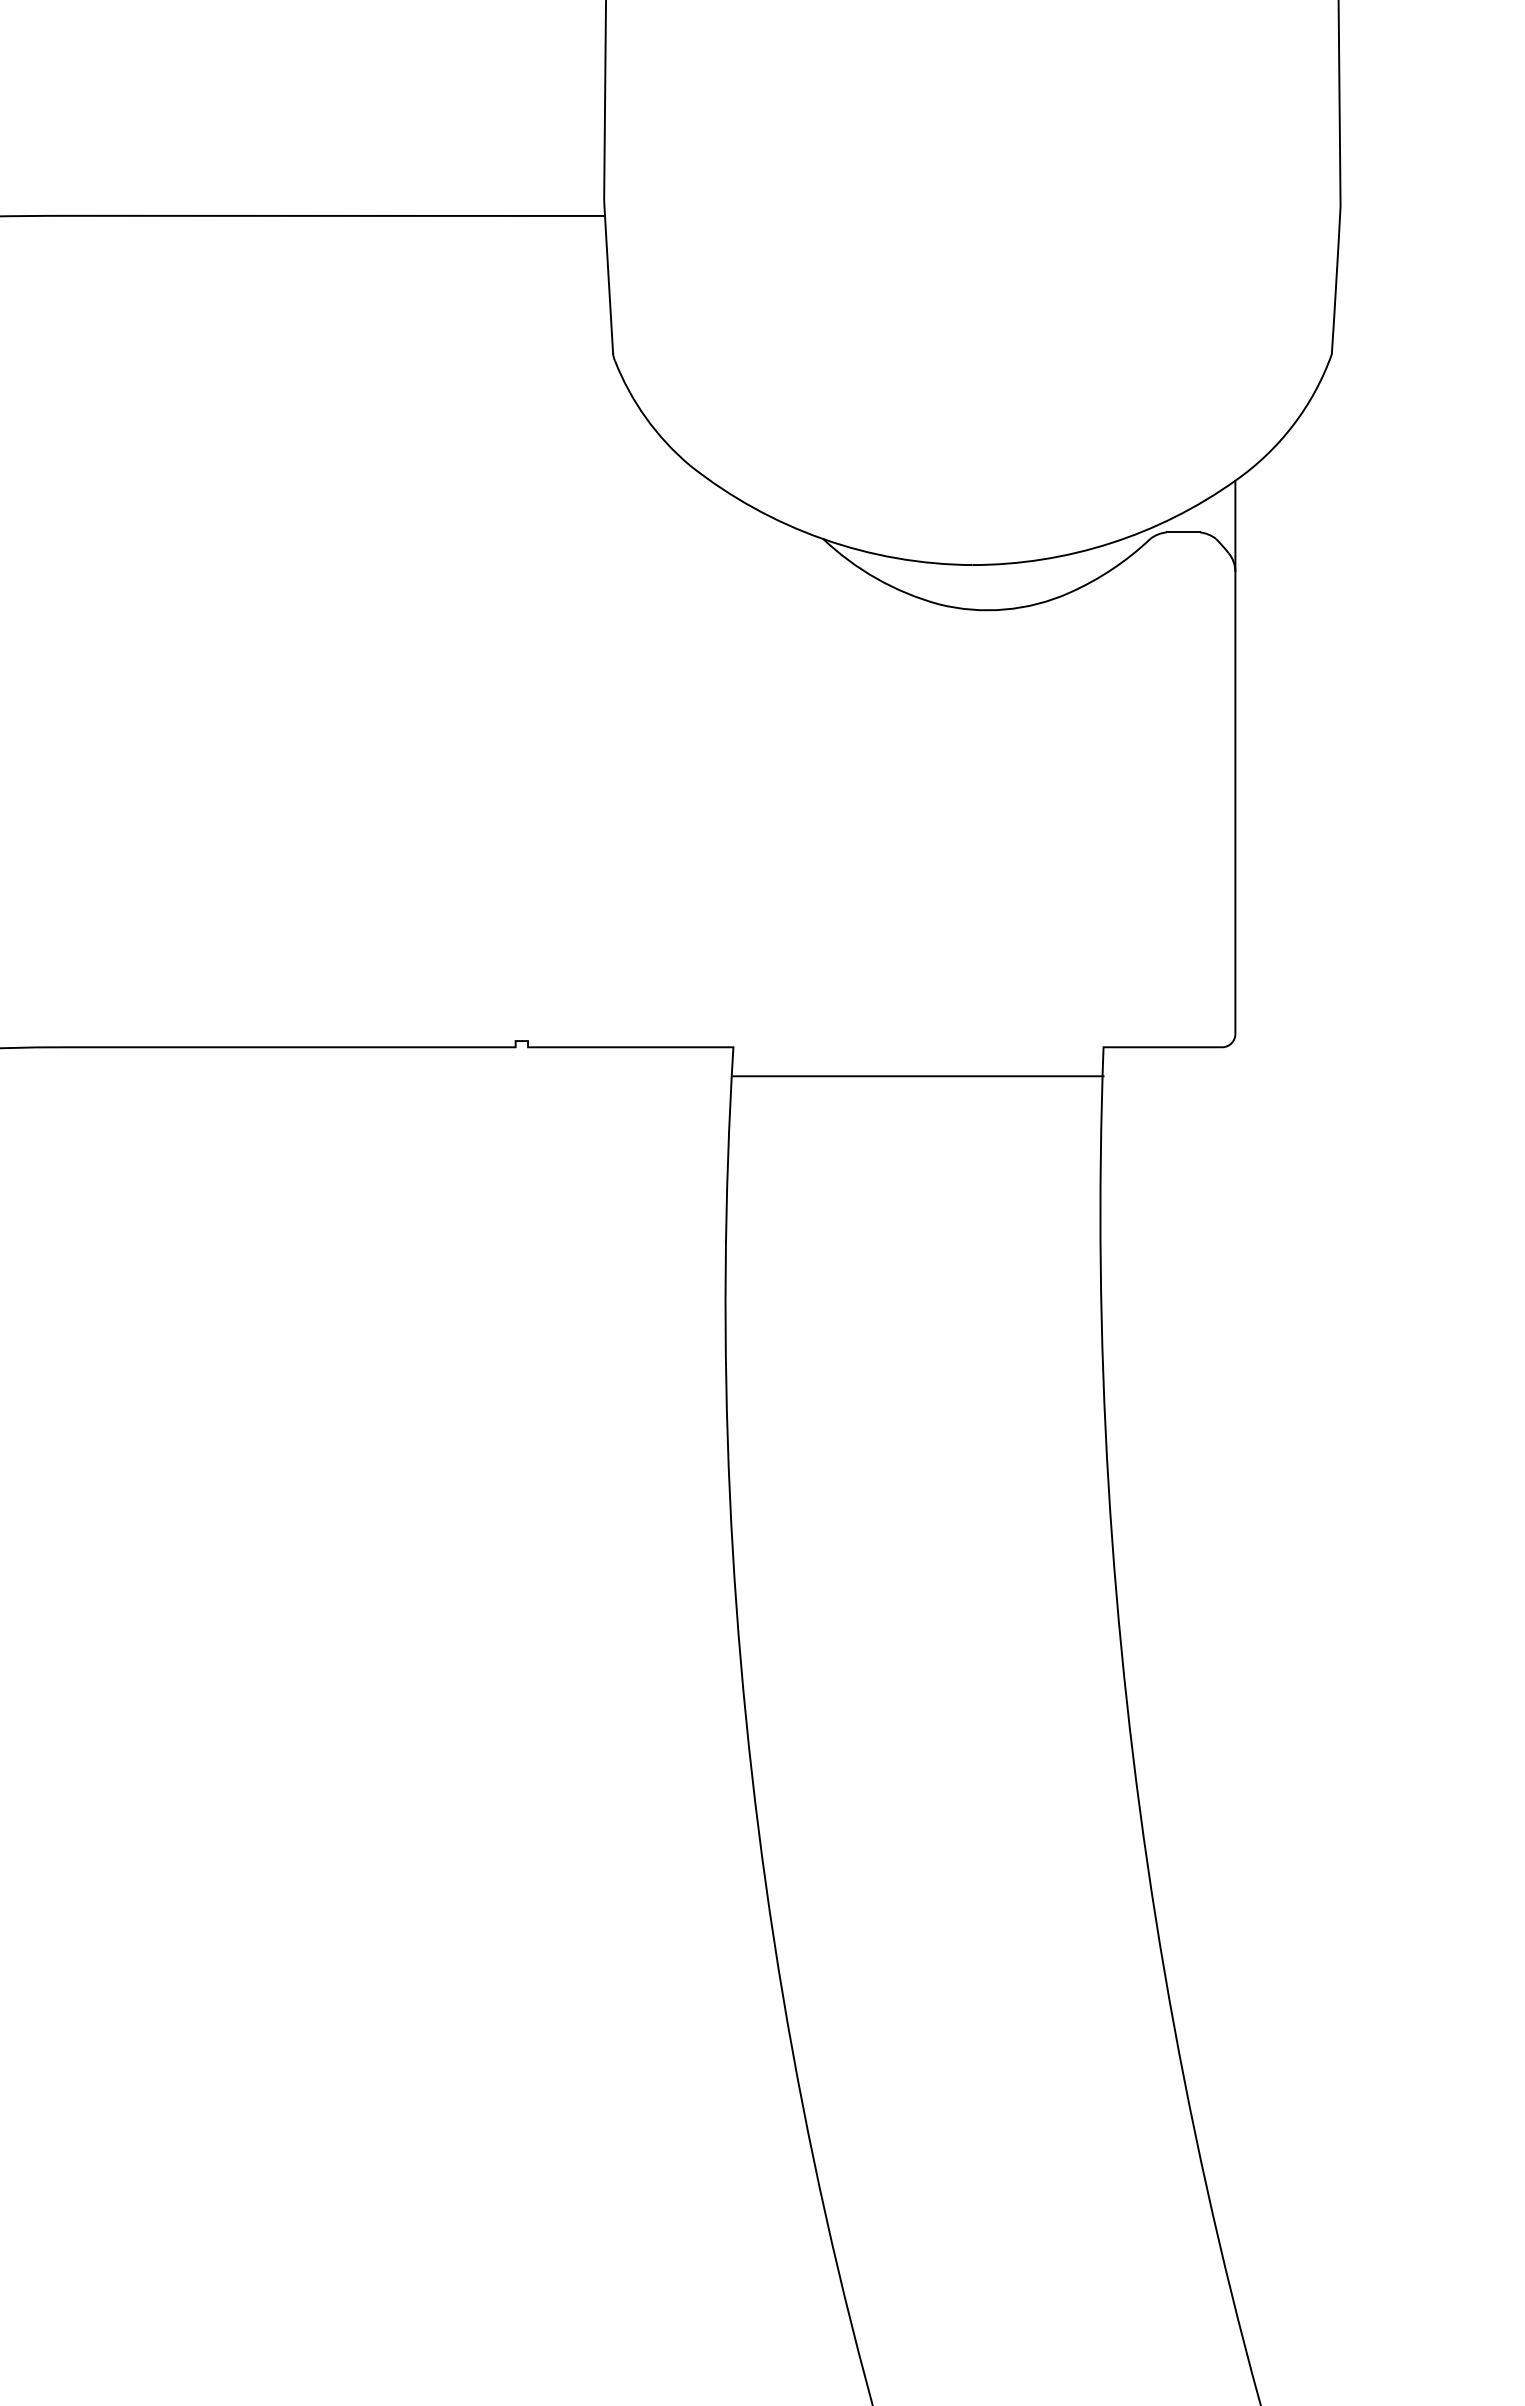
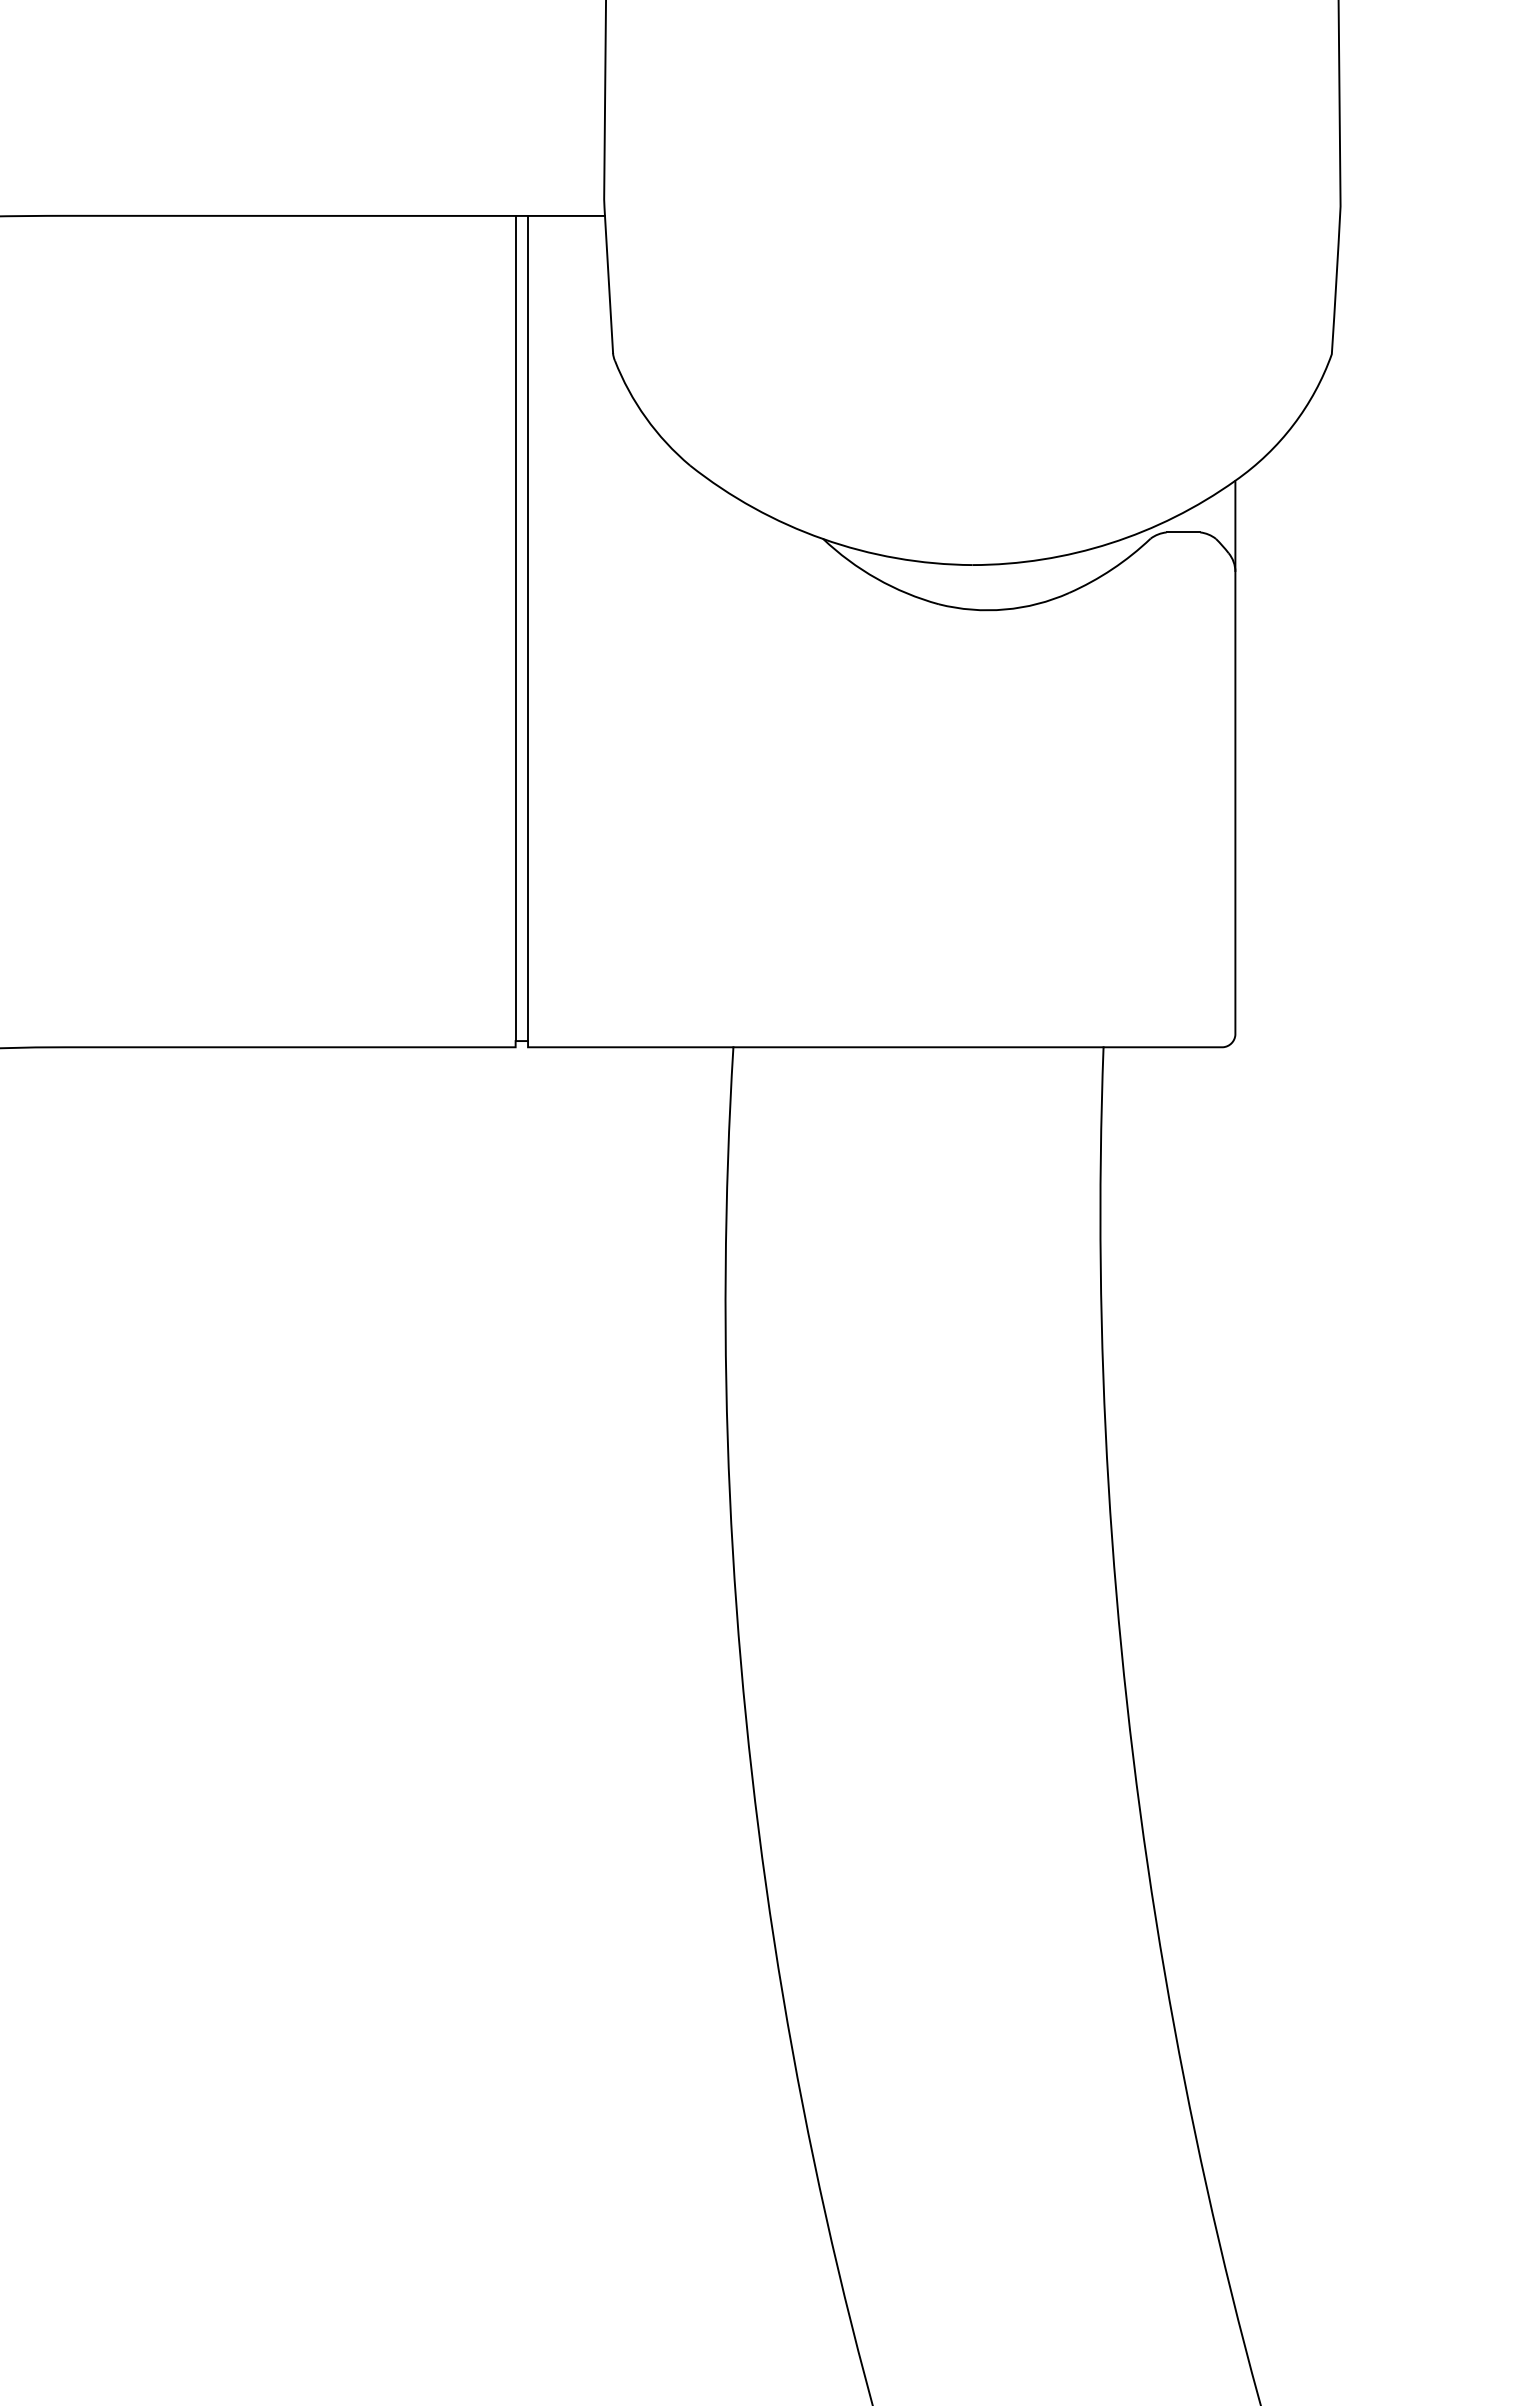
line at (515, 628): none -> present
line at (528, 628): none -> present
line at (918, 1076) position: (918, 1076) -> (918, 1047)
